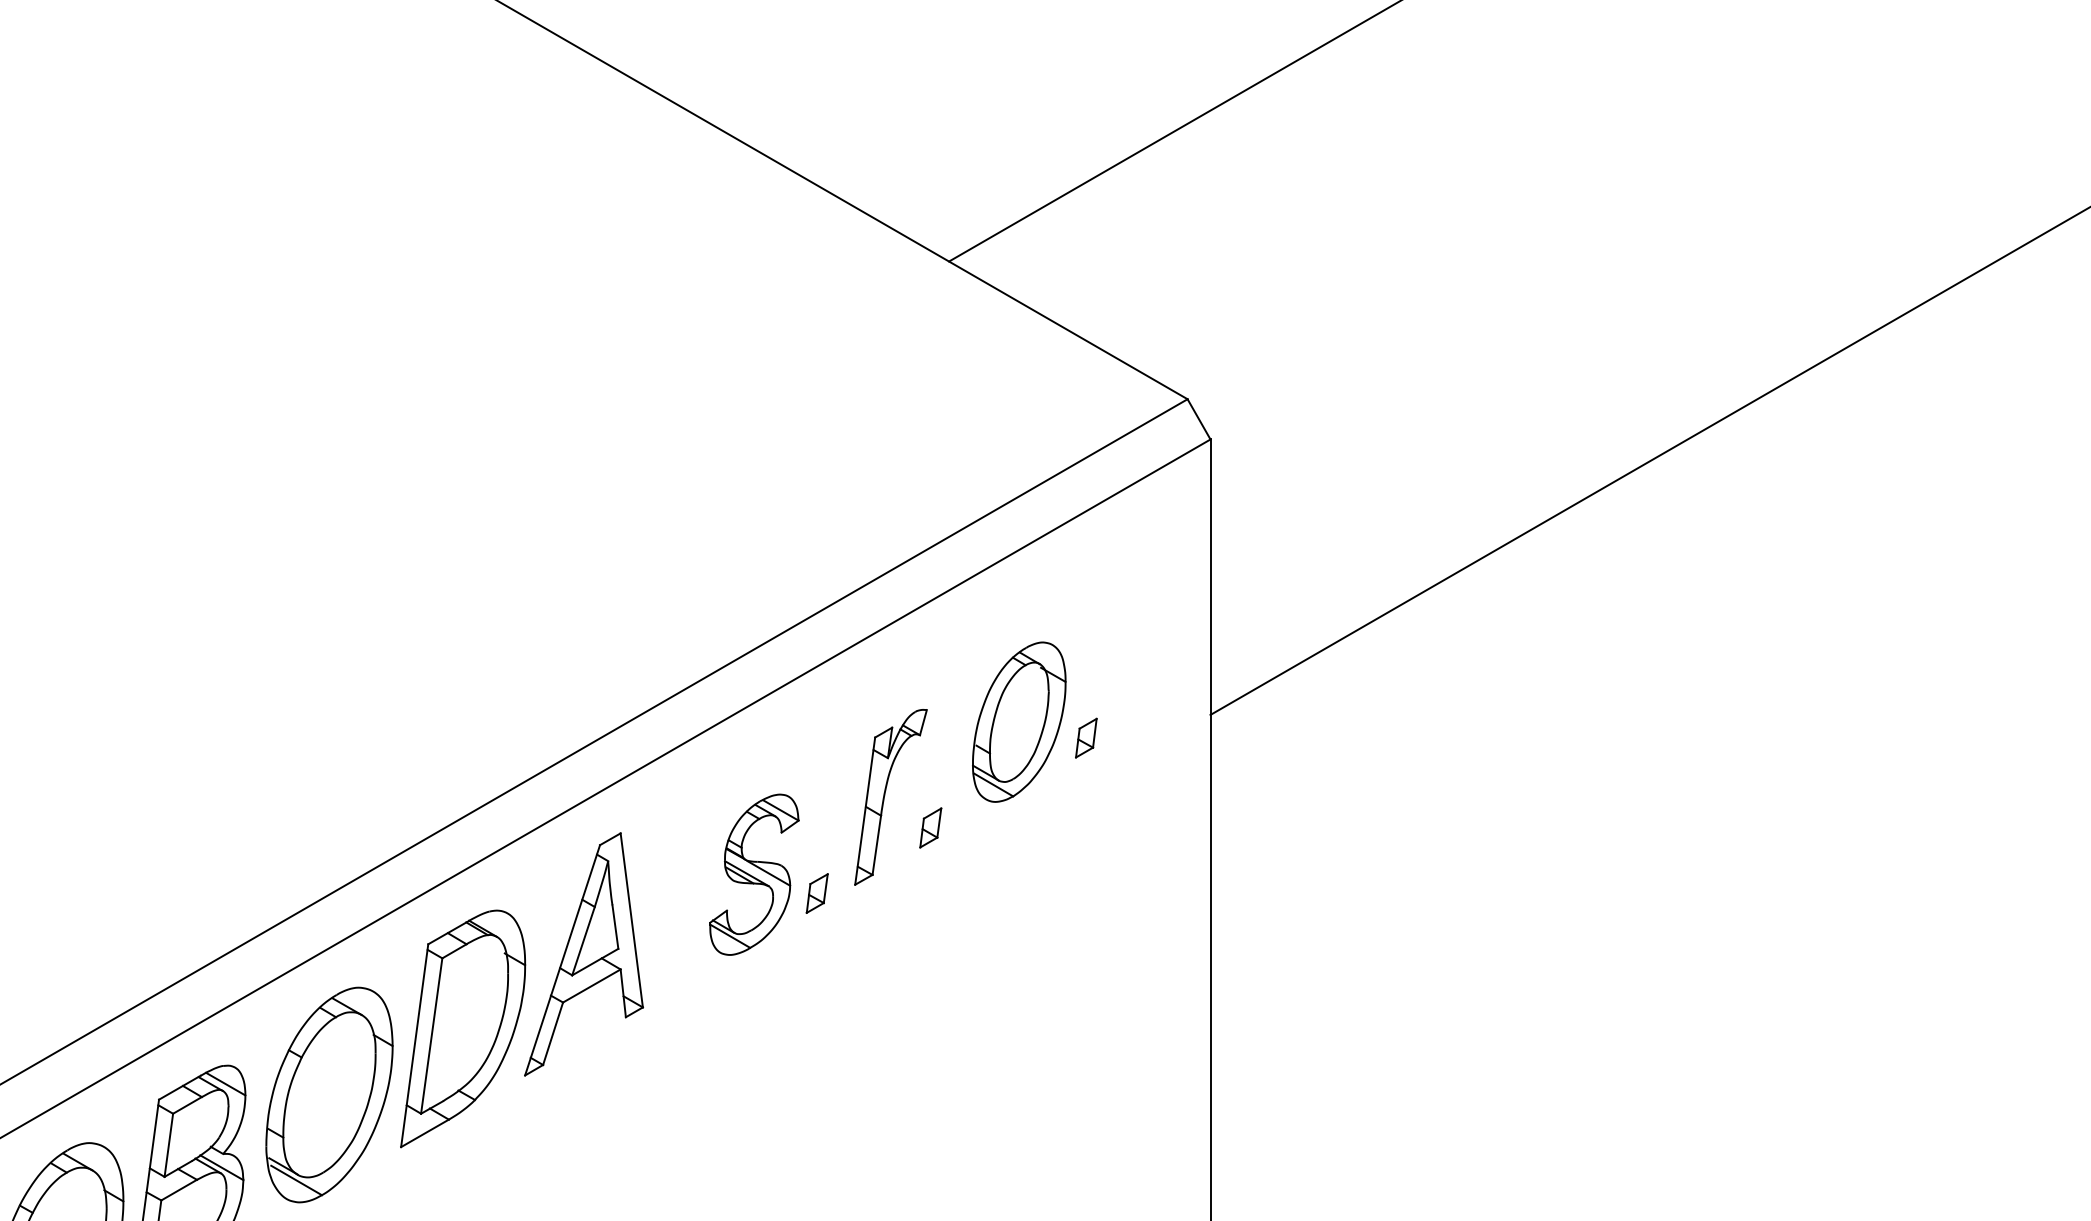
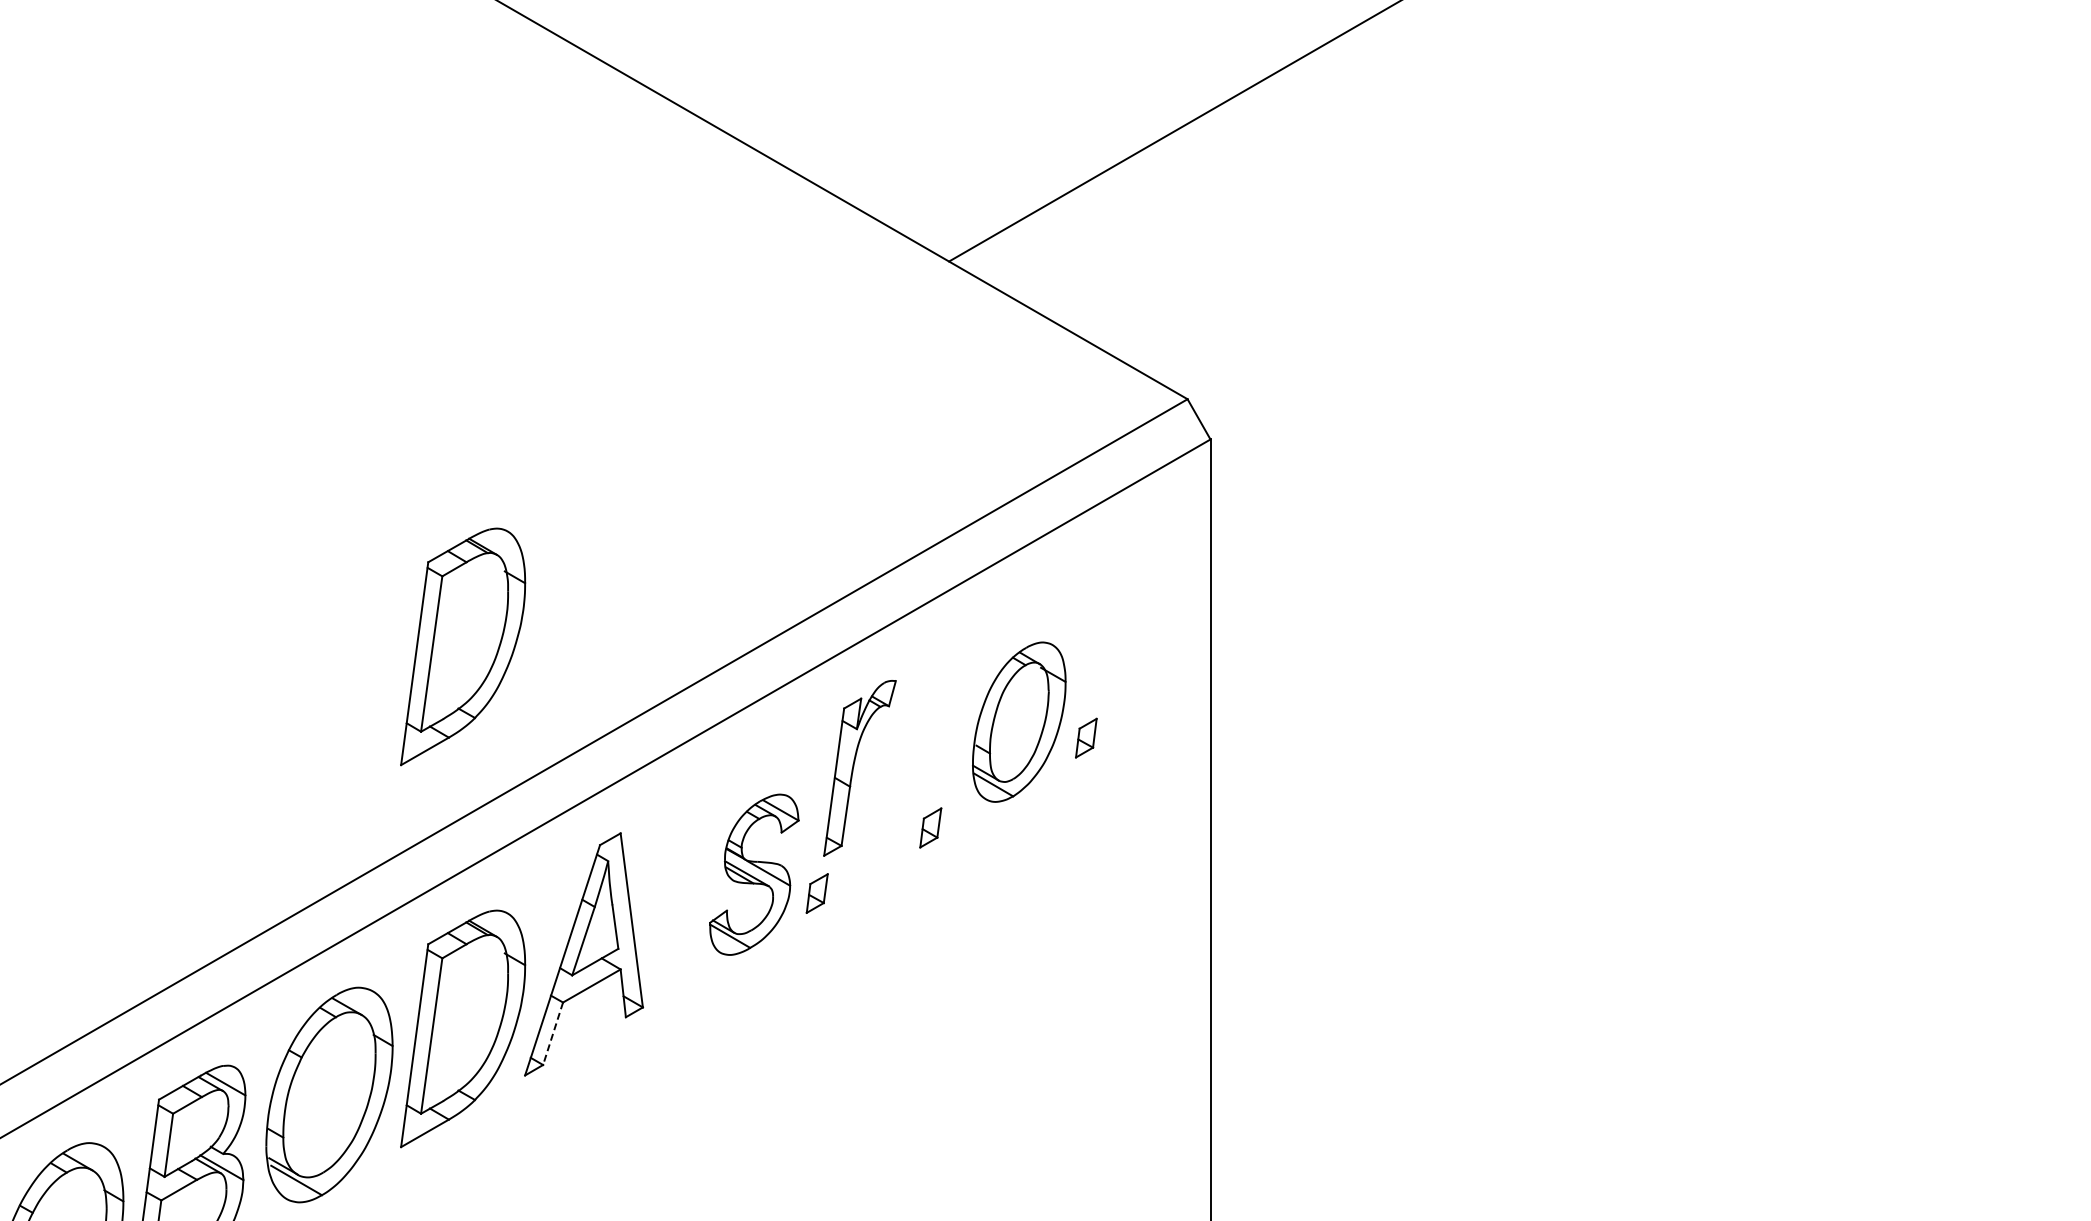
line at (1648, 461): present -> none
part at (463, 646): none -> present
part at (890, 797) position: (890, 797) -> (859, 768)
line at (553, 1033): solid -> dashed
